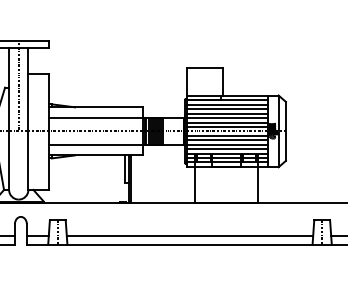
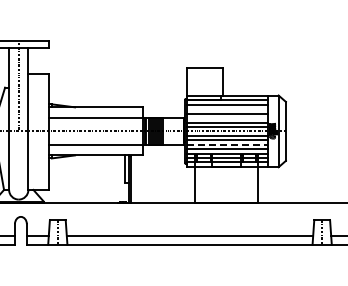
line at (227, 109): present -> none
line at (227, 118): present -> none
line at (228, 144): solid -> dashed
